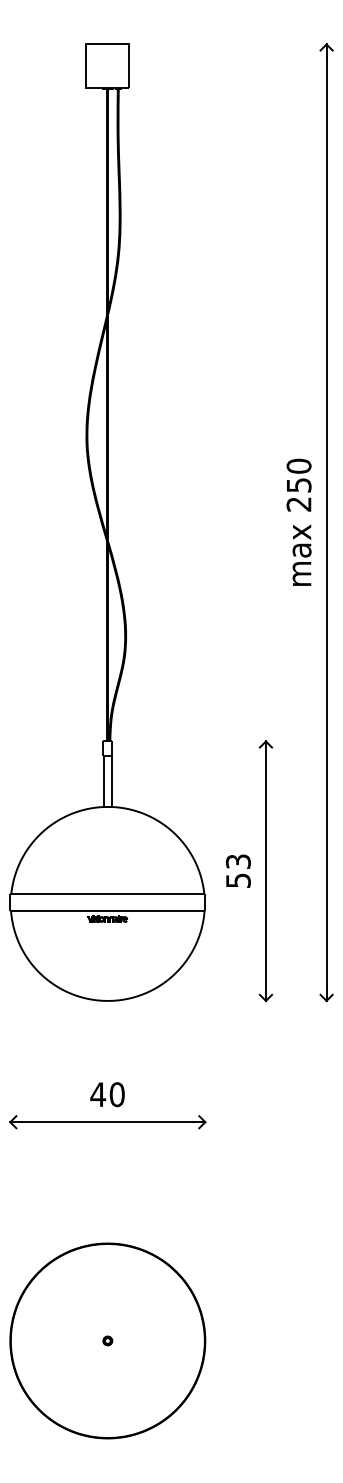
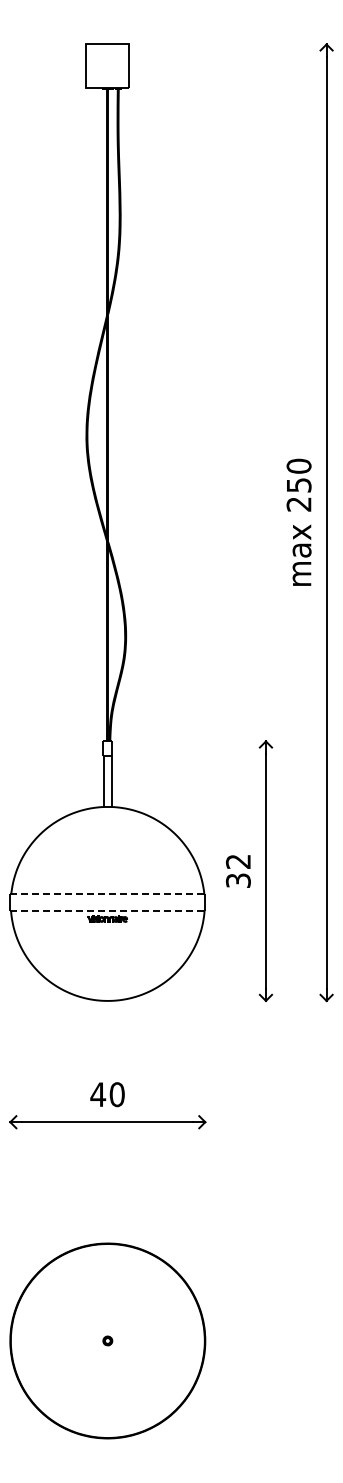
text at (237, 870): 53 -> 32
line at (107, 894): solid -> dashed
line at (107, 910): solid -> dashed
